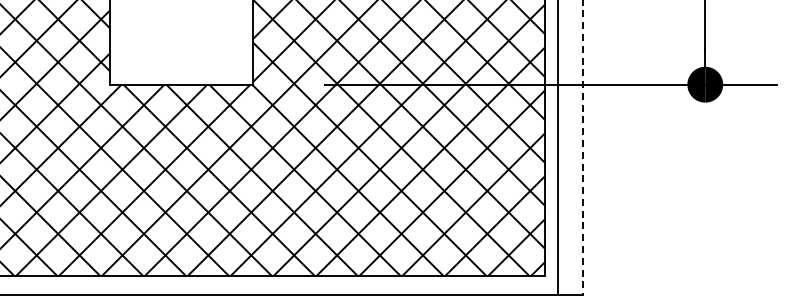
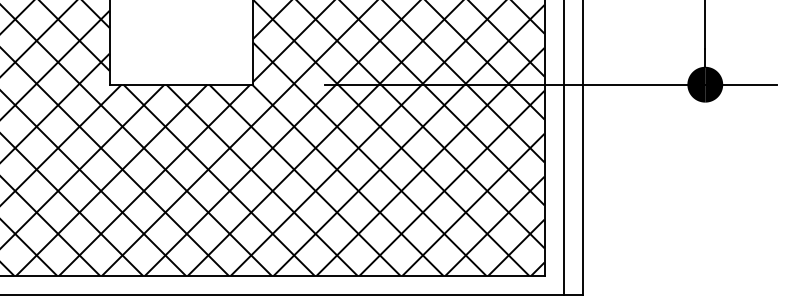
line at (557, 148) position: (557, 148) -> (563, 148)
line at (582, 148): dashed -> solid
